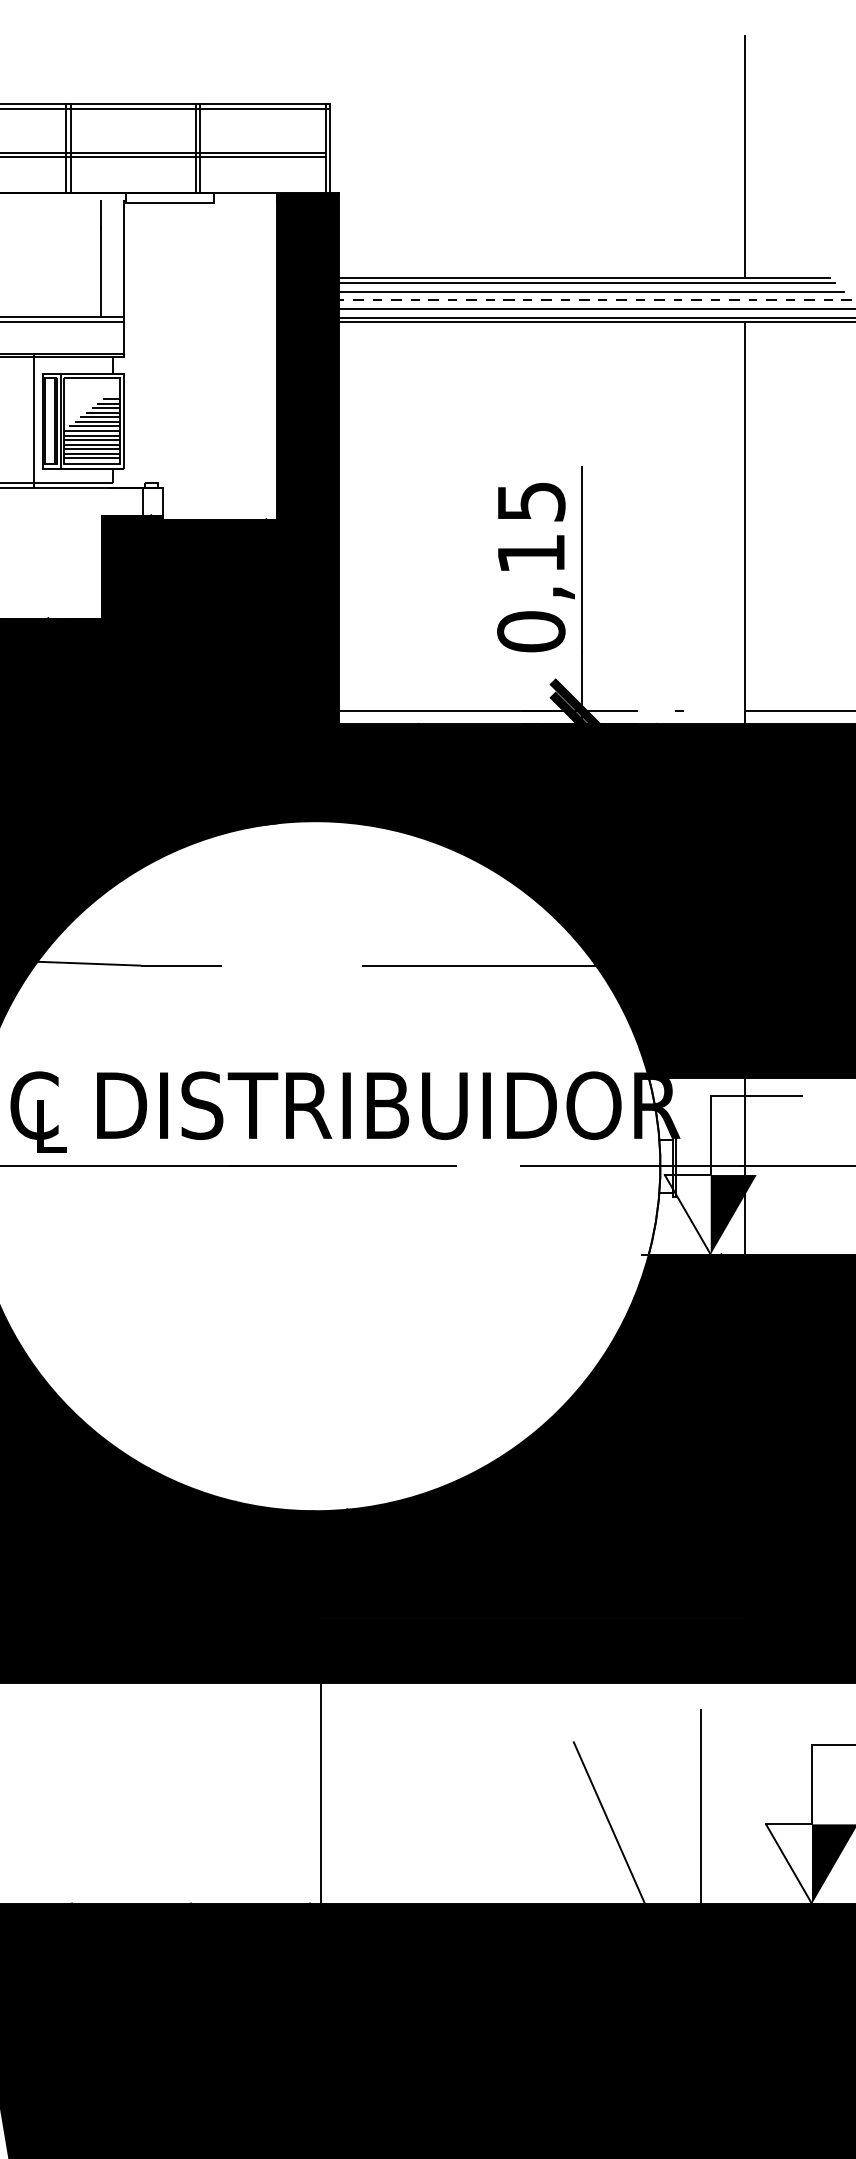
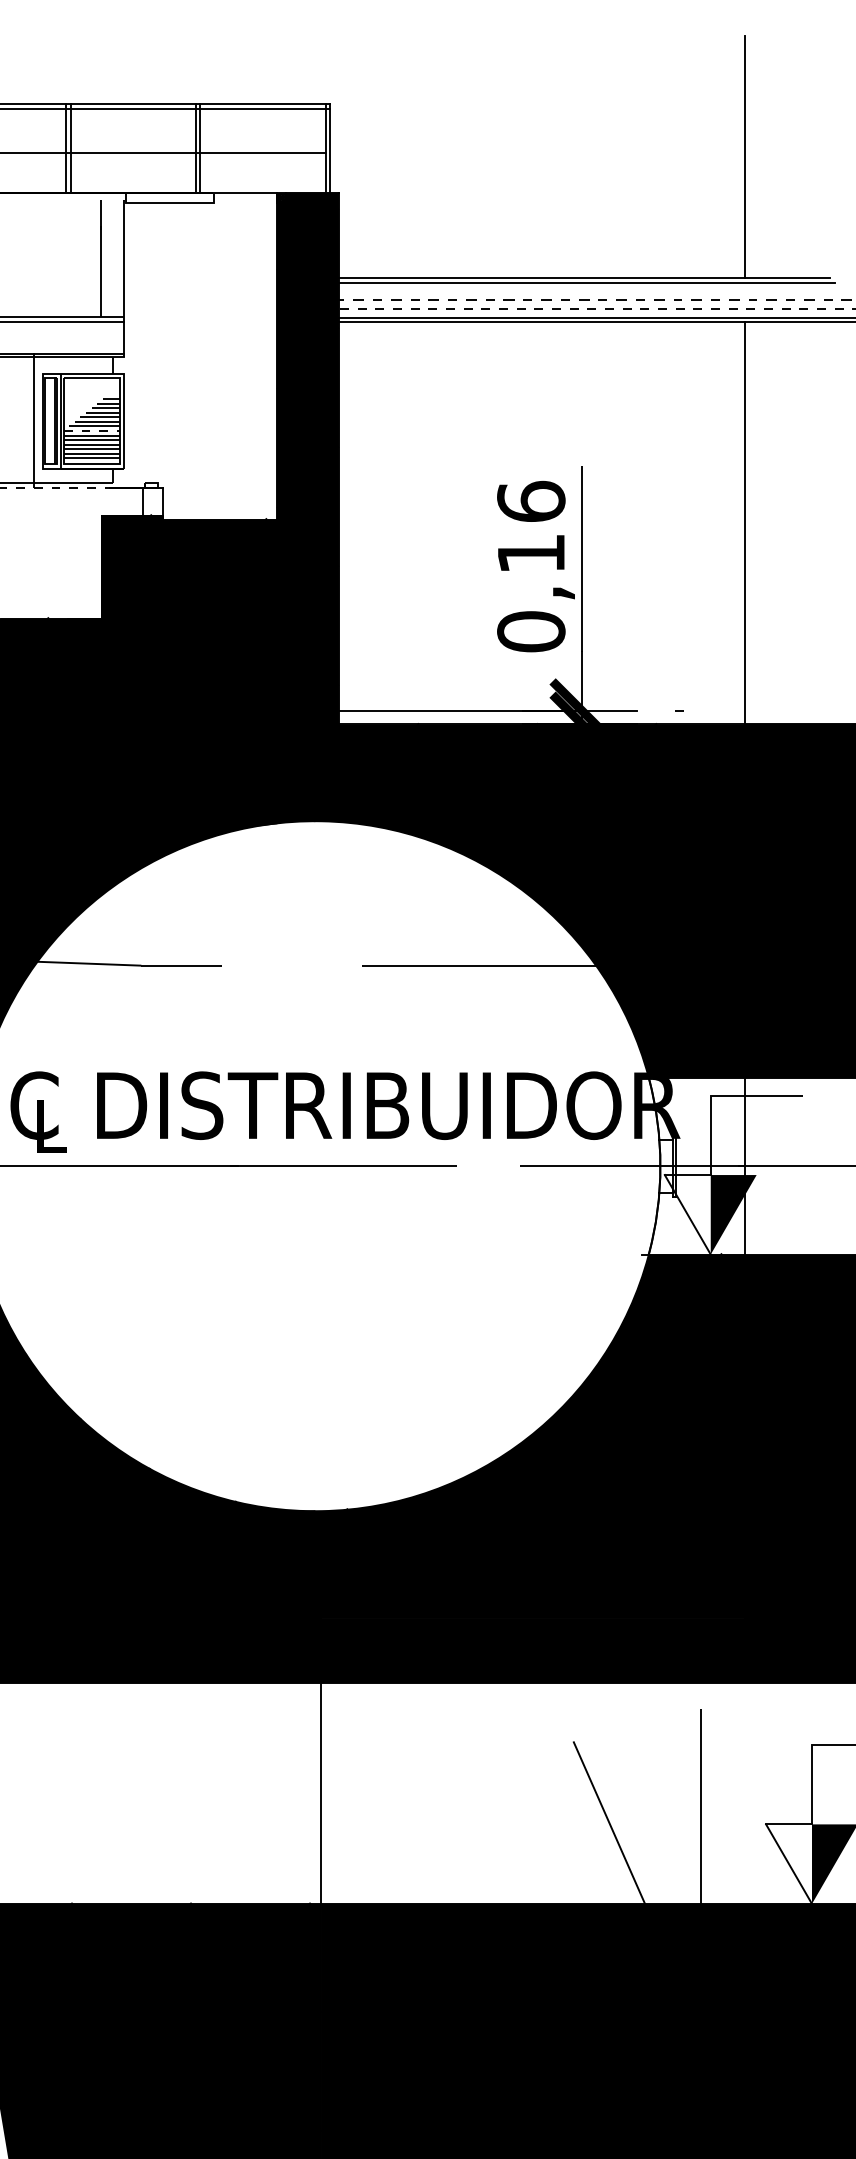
line at (163, 157): present -> none
line at (590, 291): present -> none
line at (596, 309): solid -> dashed
line at (92, 430): solid -> dashed
line at (56, 487): solid -> dashed
text at (531, 500): 0,15 -> 0,16
line at (798, 711): present -> none
